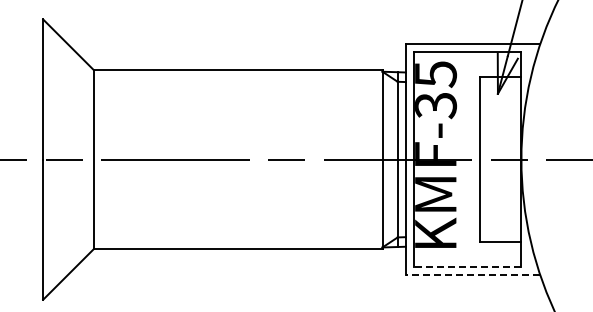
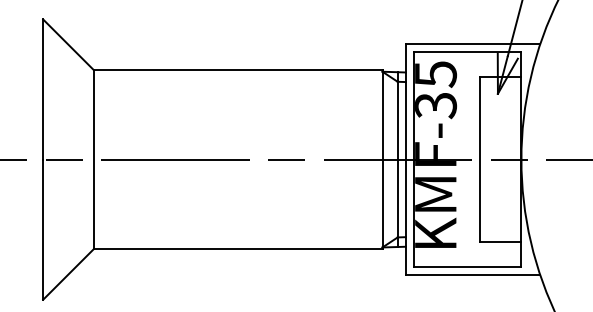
line at (467, 266): dashed -> solid
line at (472, 275): dashed -> solid
